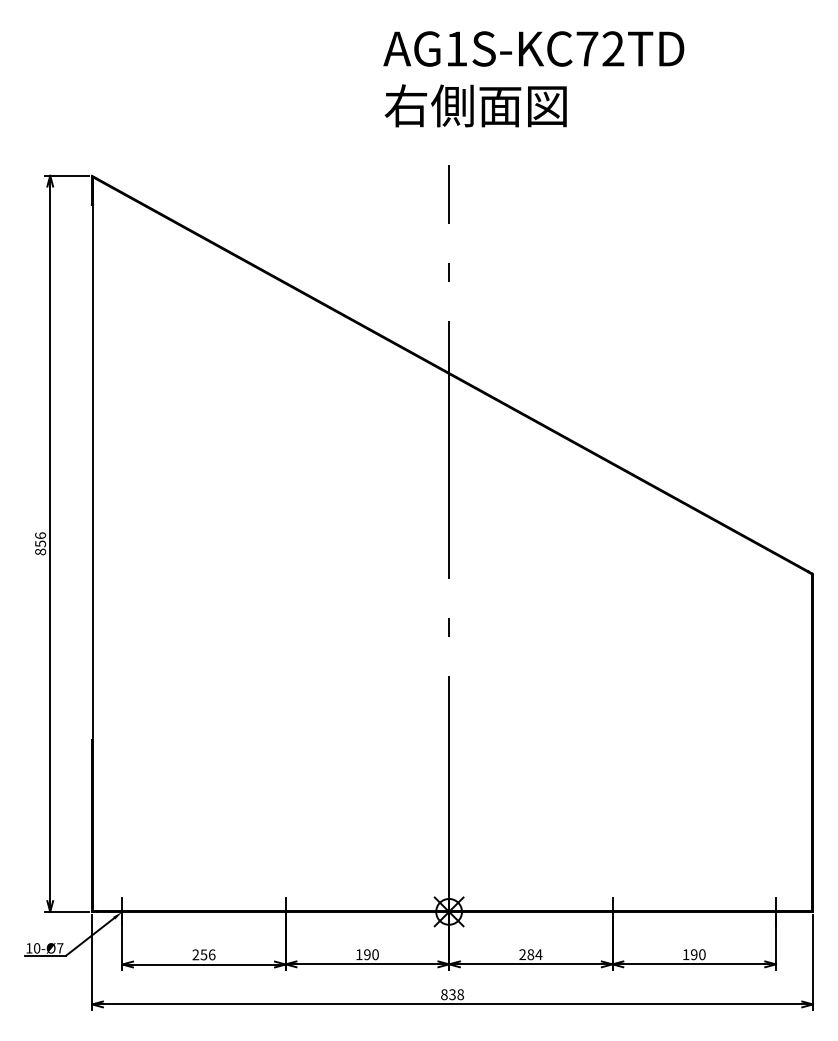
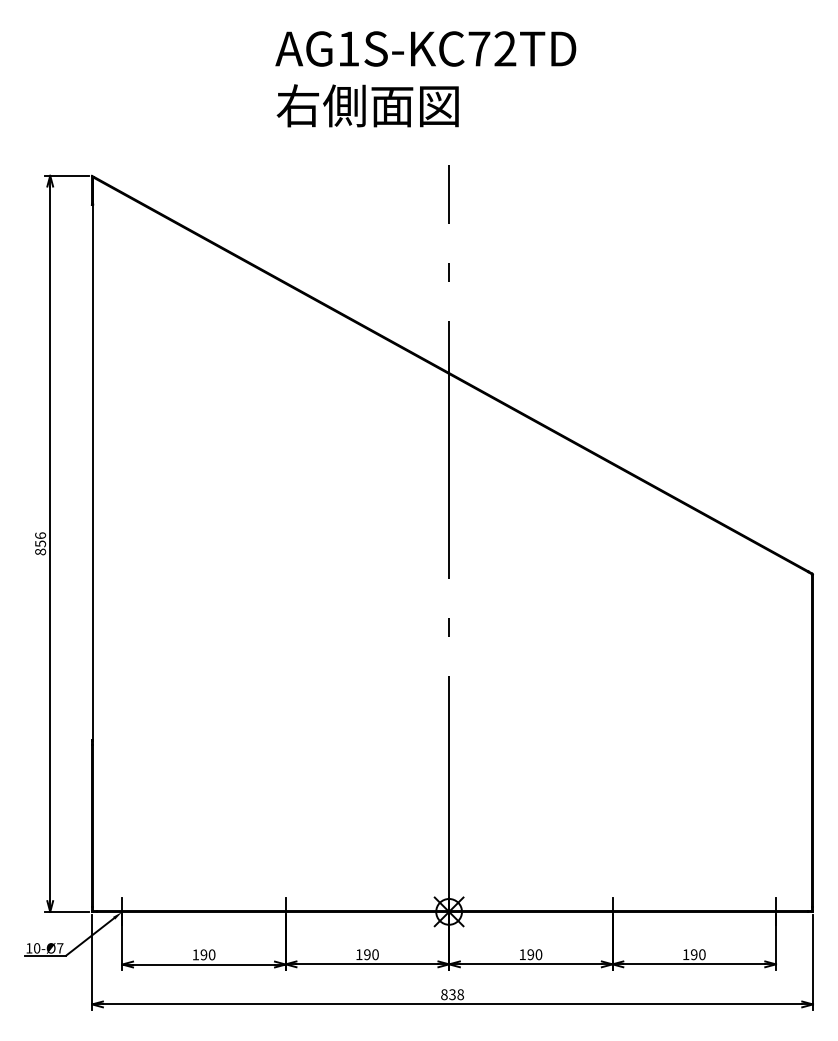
text at (533, 79) position: (533, 79) -> (425, 79)
text at (203, 954): 256 -> 190
text at (530, 954): 284 -> 190
